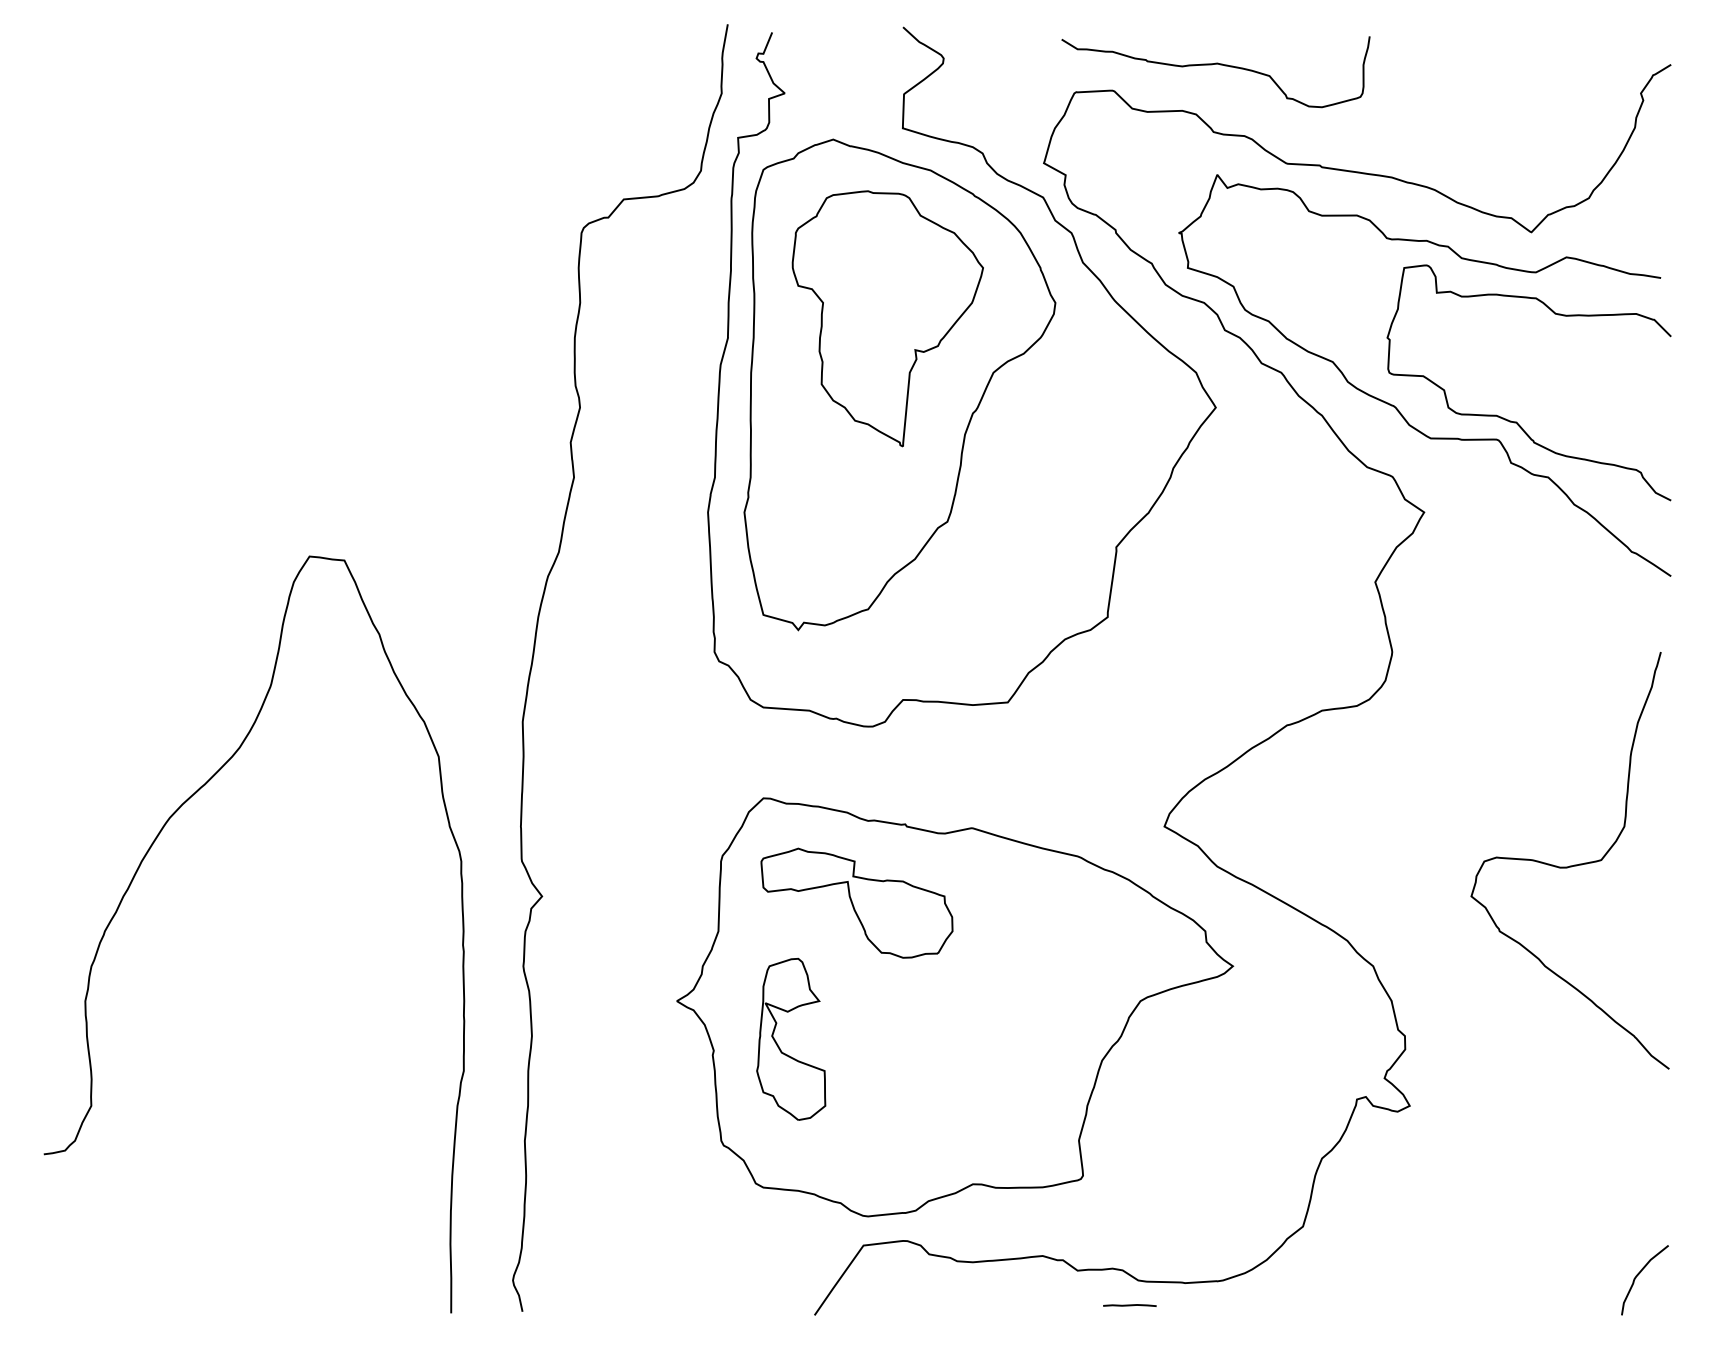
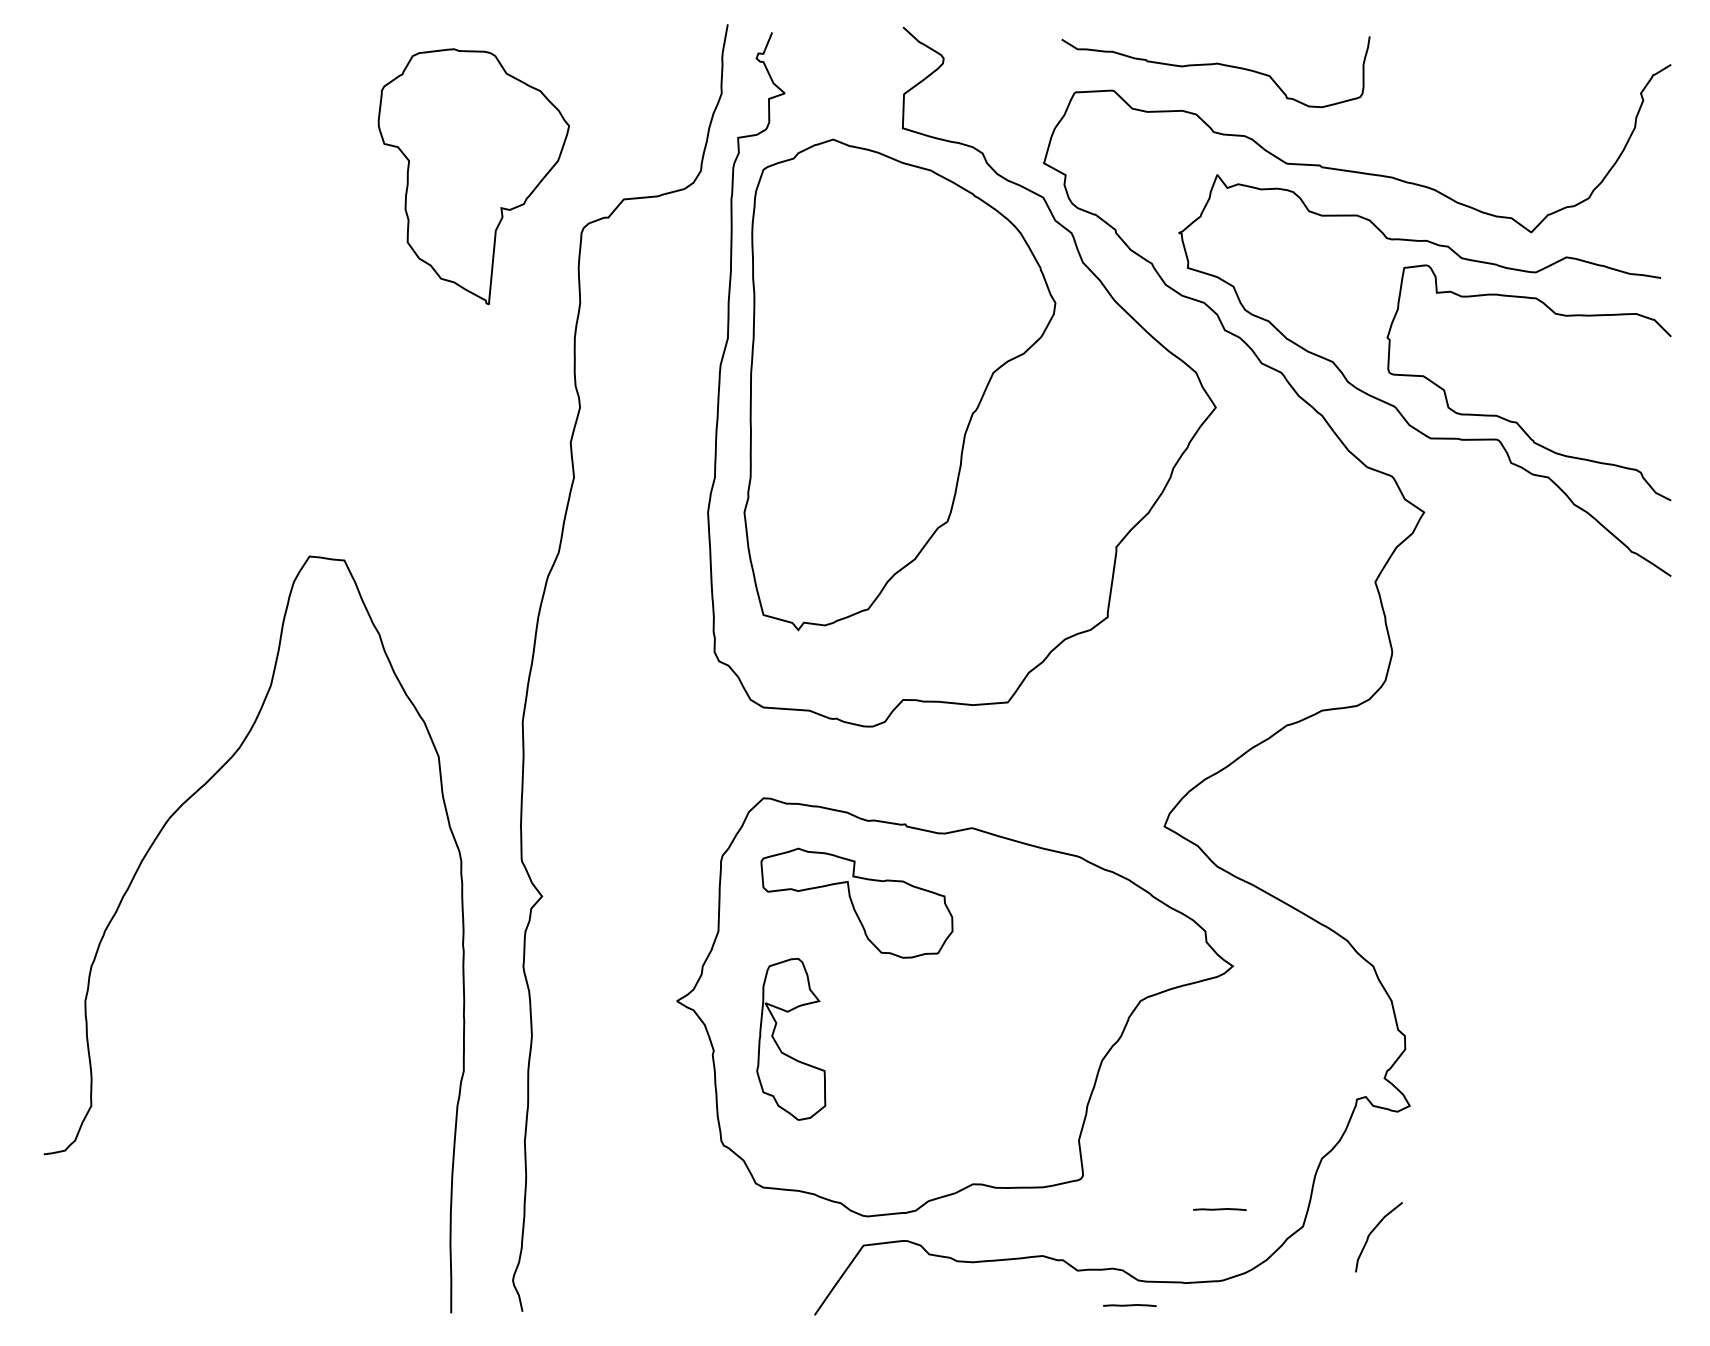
part at (887, 318) position: (887, 318) -> (473, 176)
curve at (1569, 865): present -> none
line at (1219, 1209): none -> present
curve at (1639, 1274) position: (1639, 1274) -> (1373, 1231)
